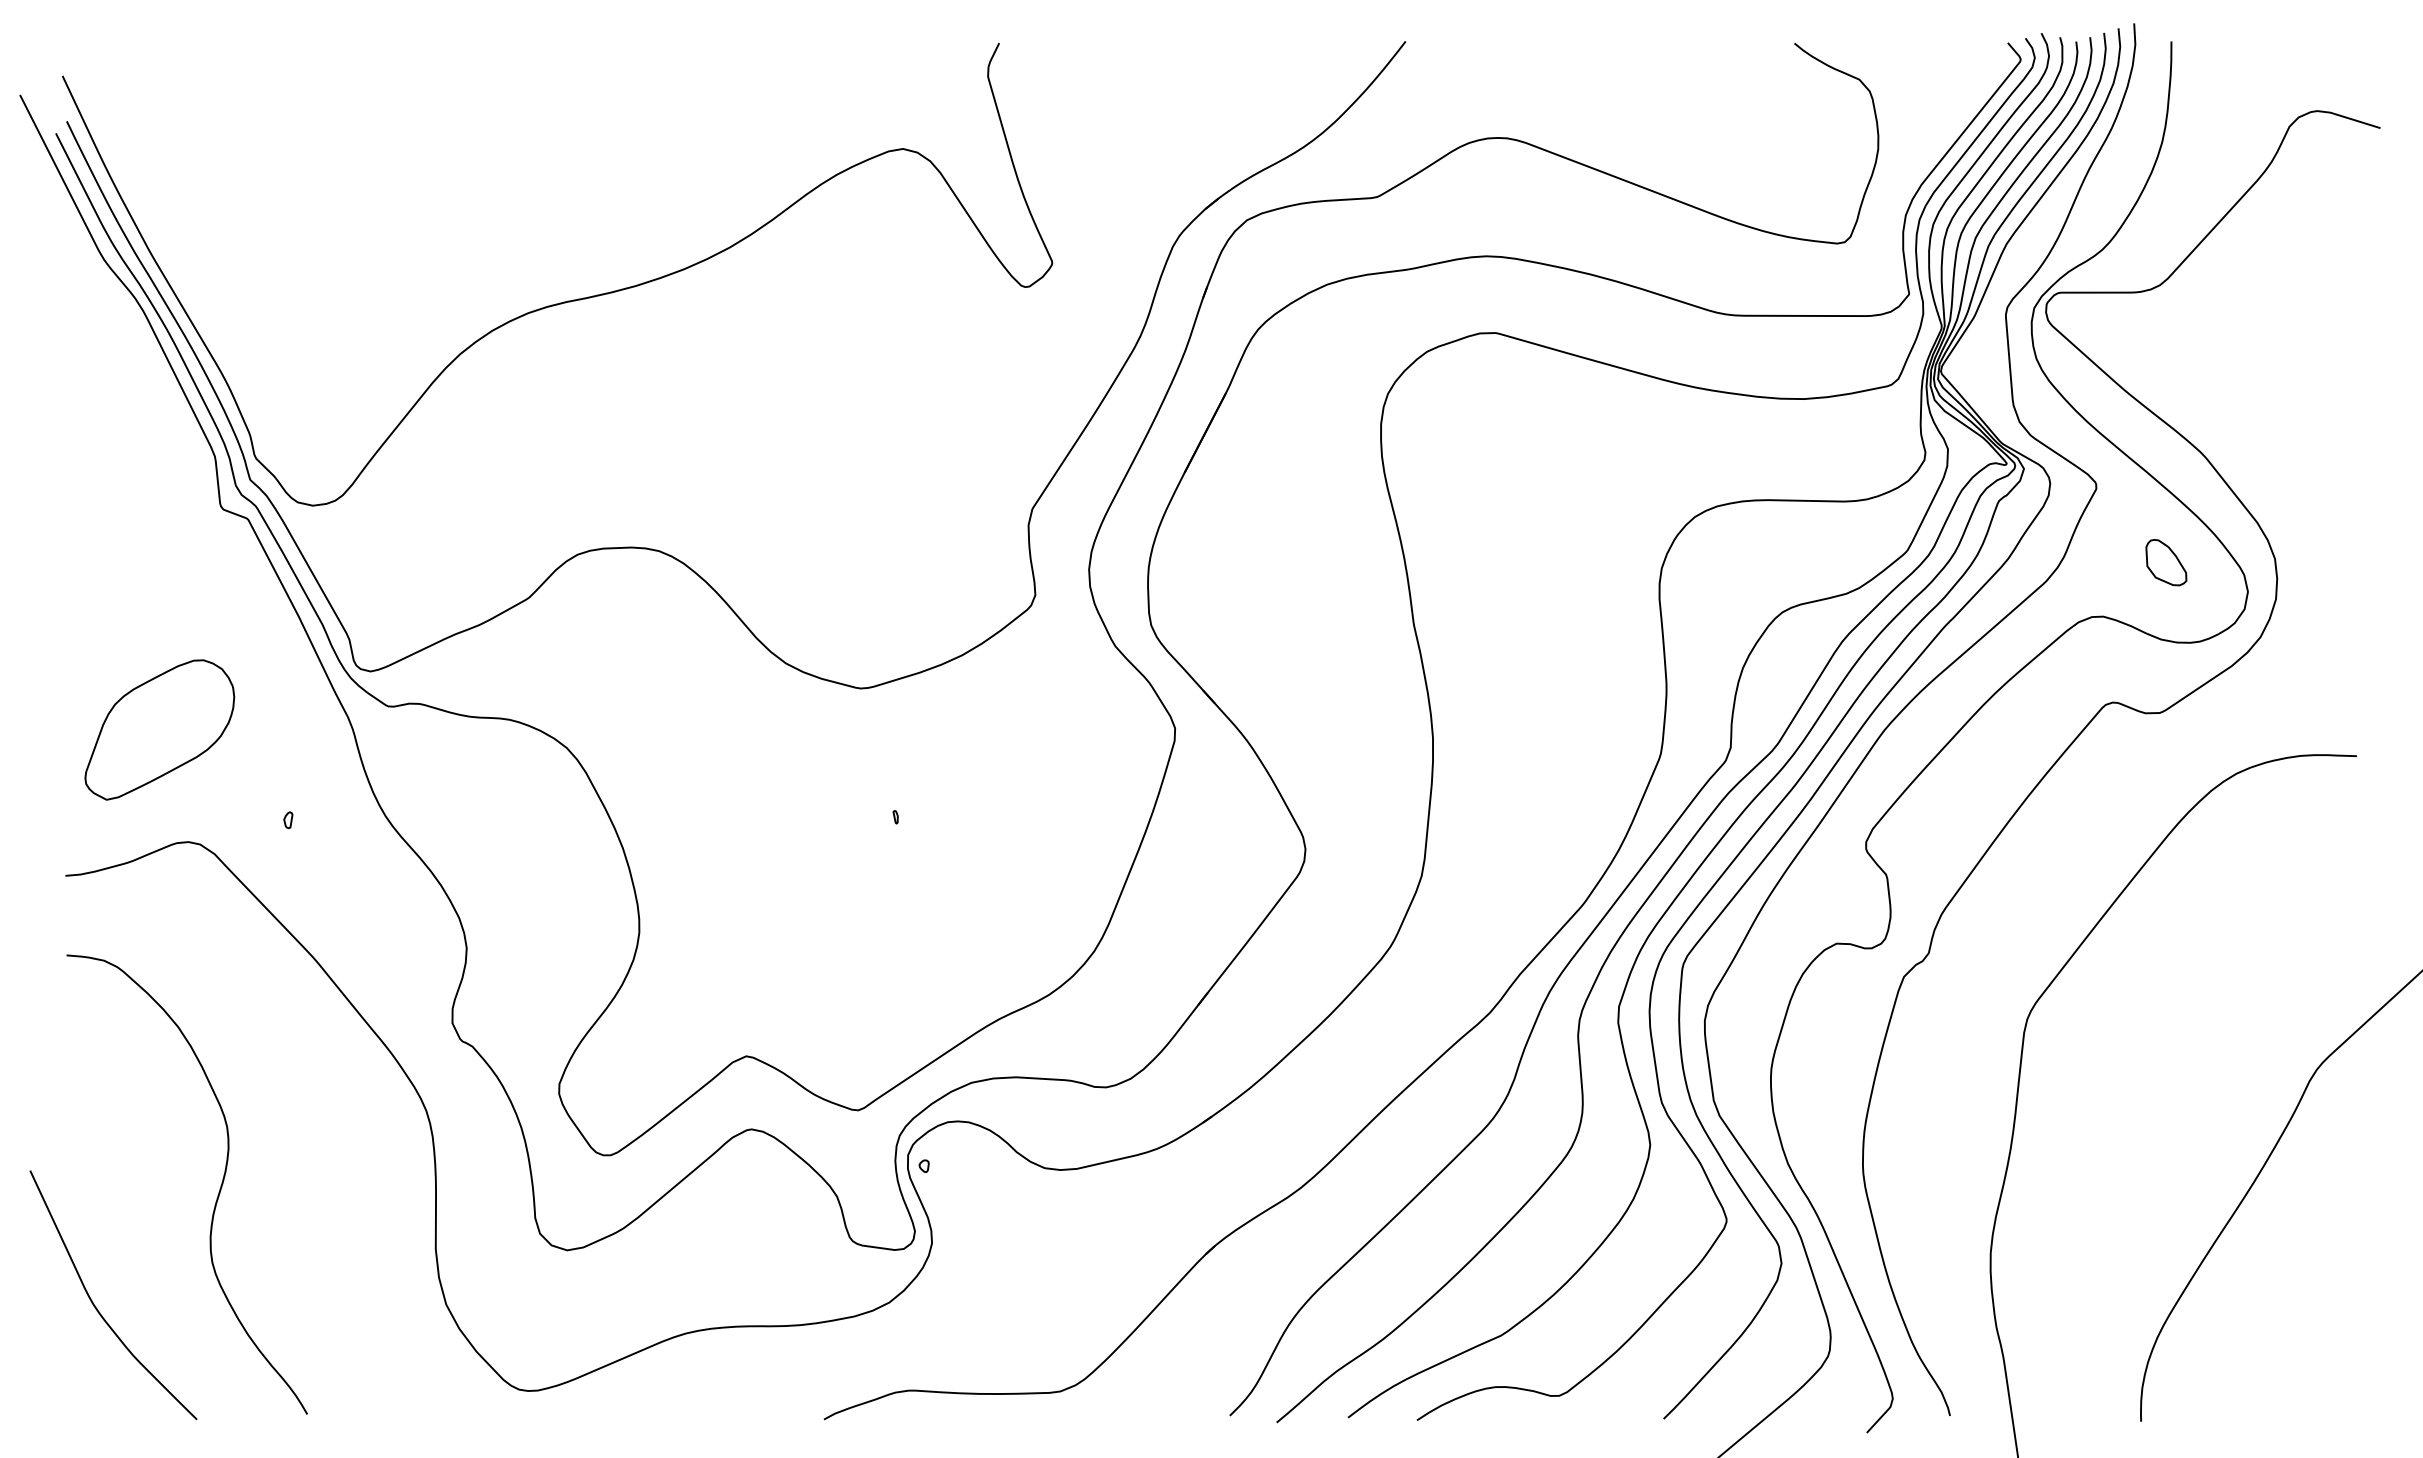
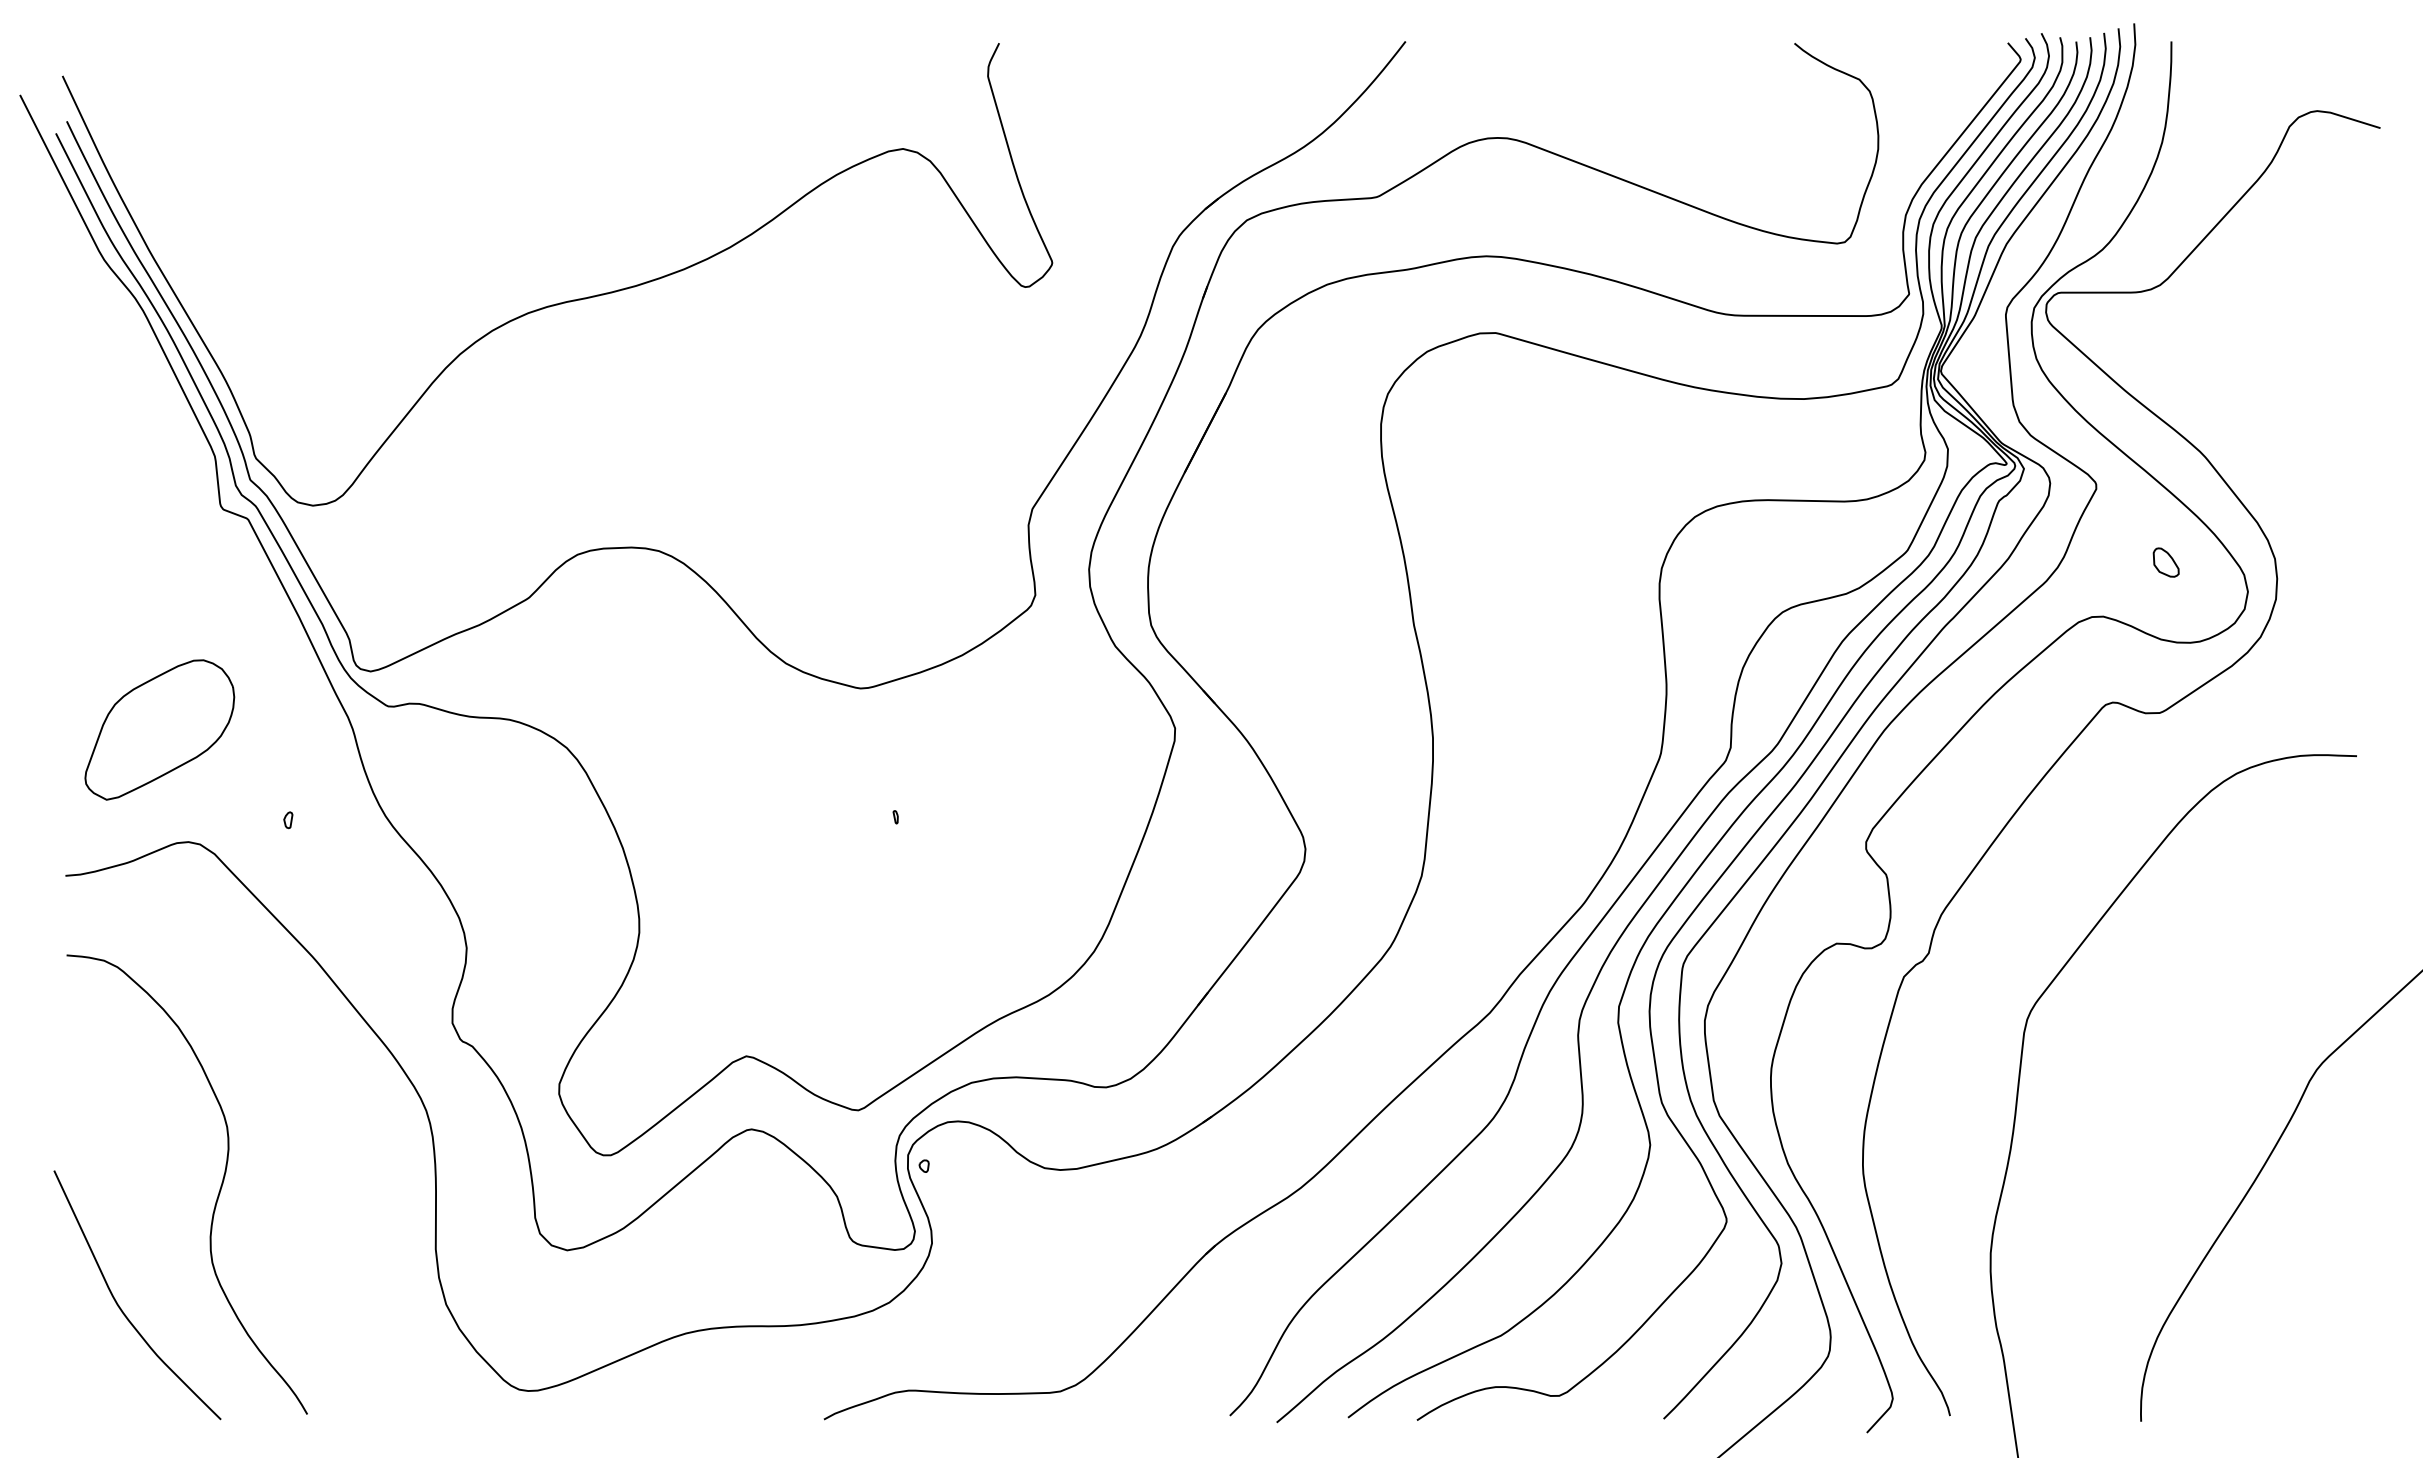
part at (2166, 562) size: 43x48 px -> 28x31 px
curve at (95, 1305) position: (95, 1305) -> (119, 1305)
